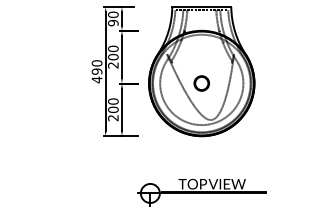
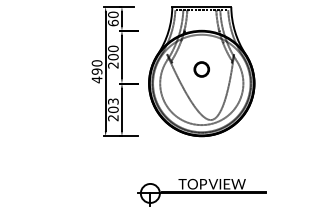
text at (113, 22): 90 -> 60
circle at (201, 83) position: (201, 83) -> (201, 69)
text at (113, 101): 200 -> 203
